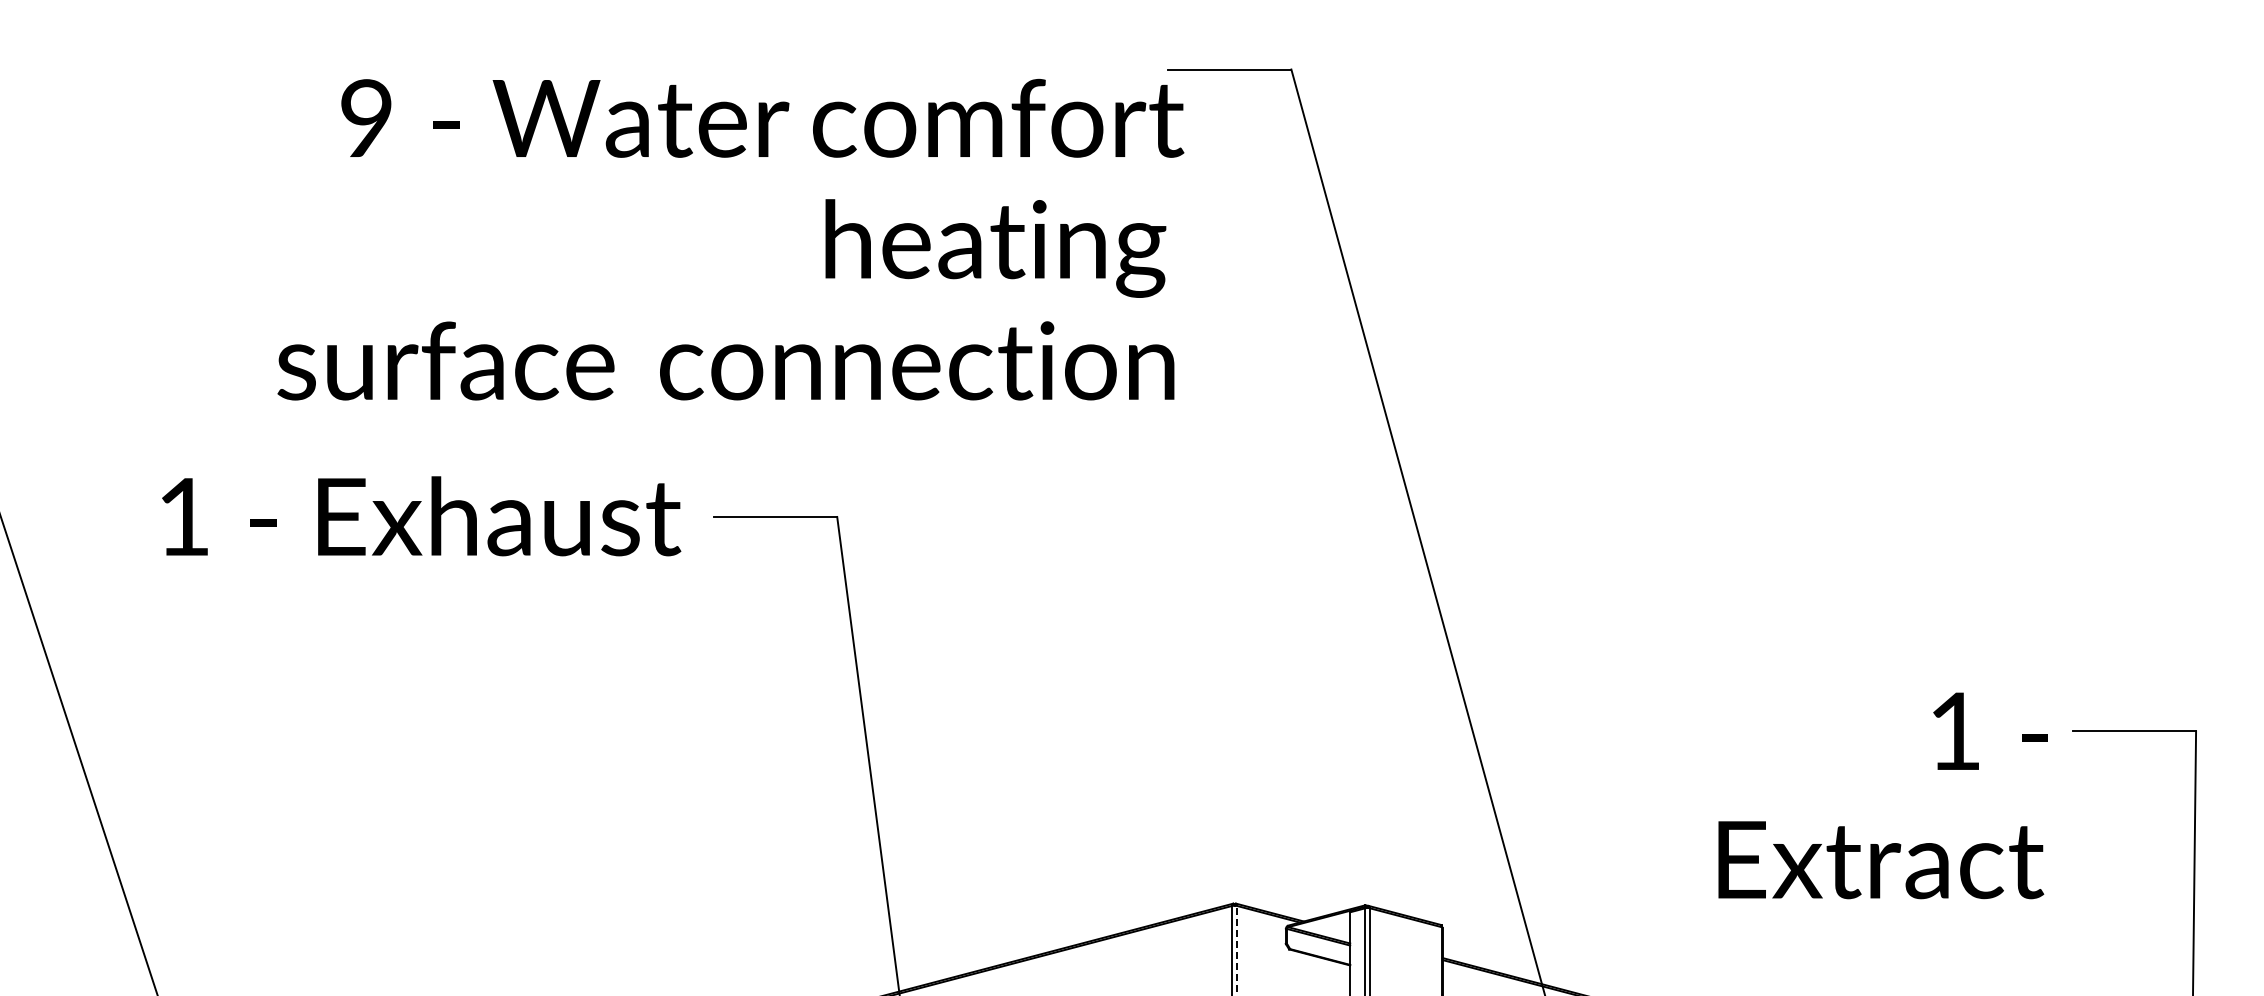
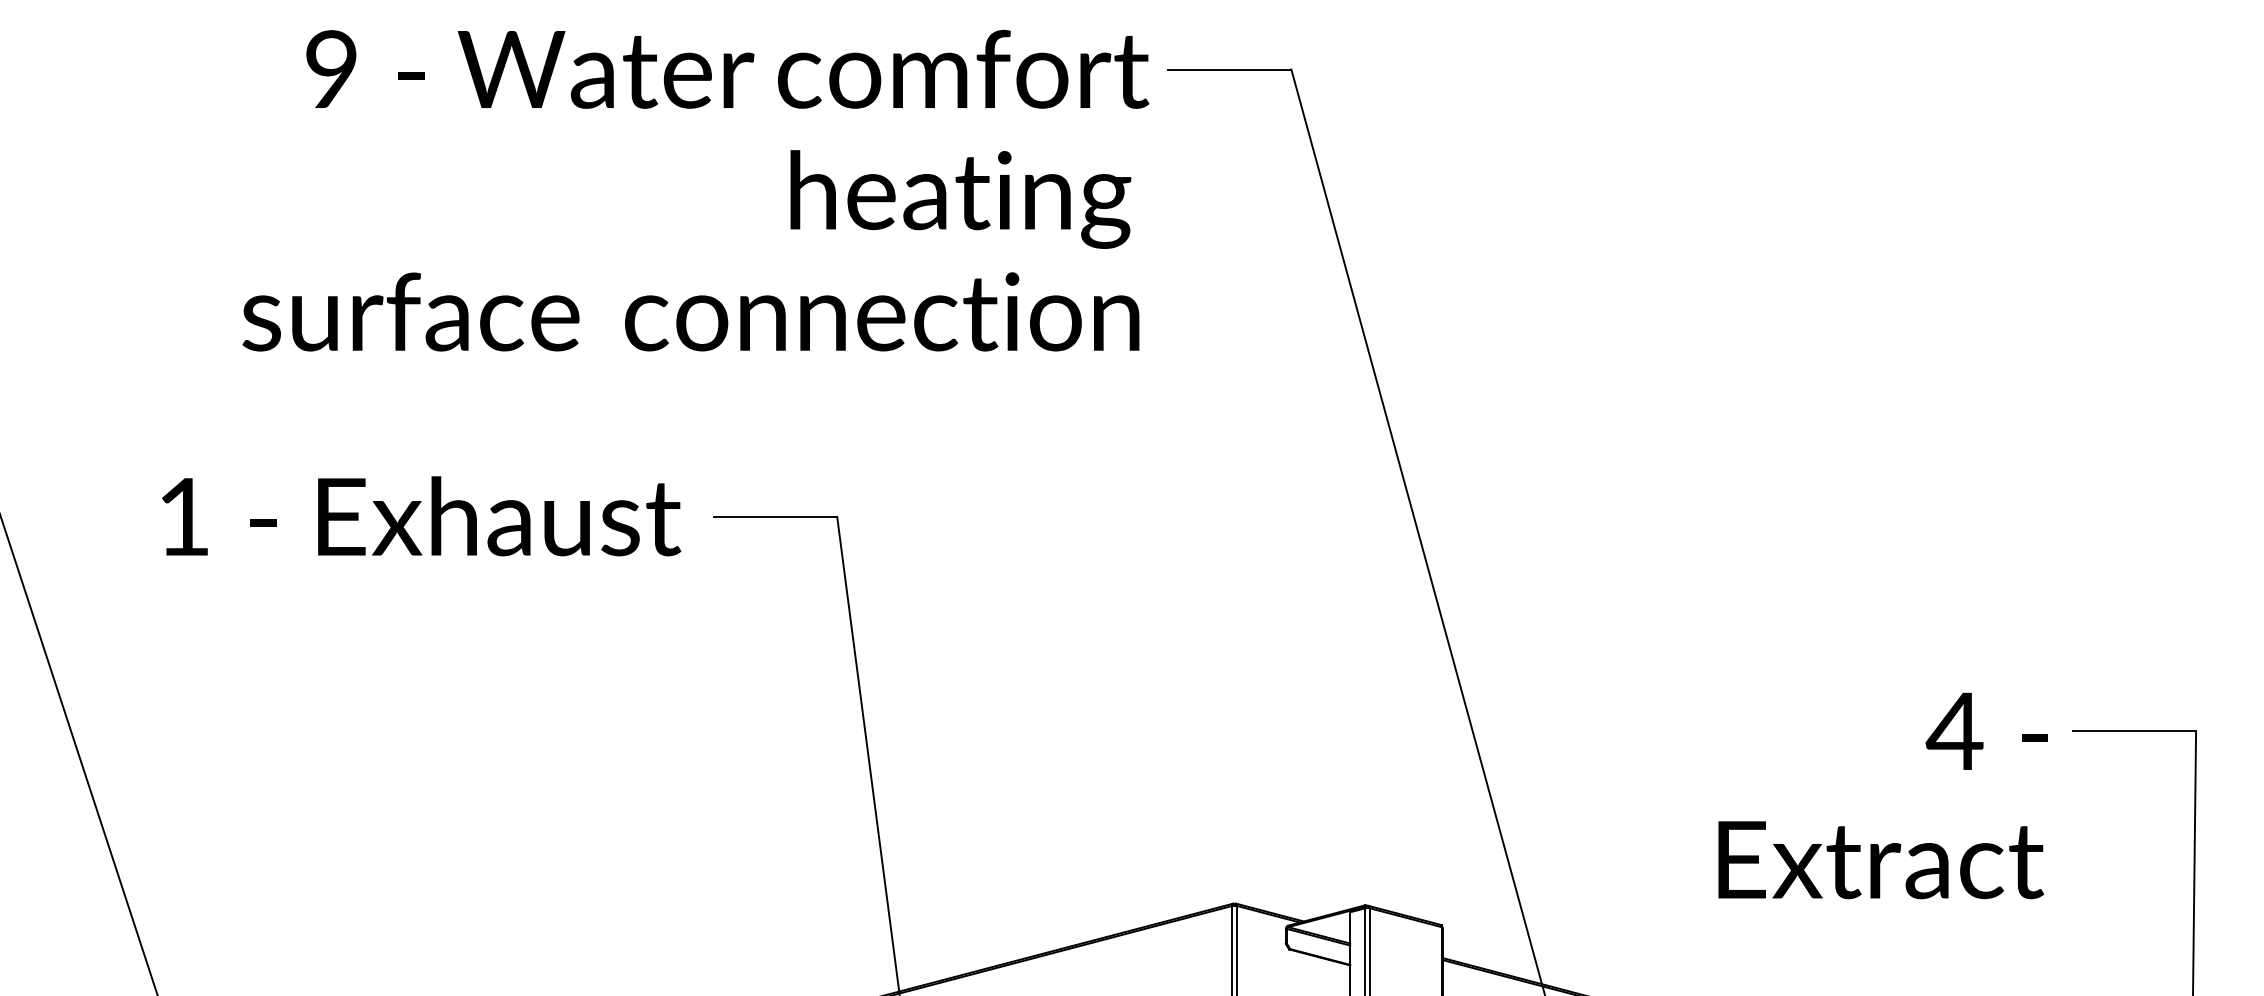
text at (730, 239) position: (730, 239) -> (695, 190)
text at (1954, 730): 1 -> 4
line at (1236, 950): dashed -> solid
